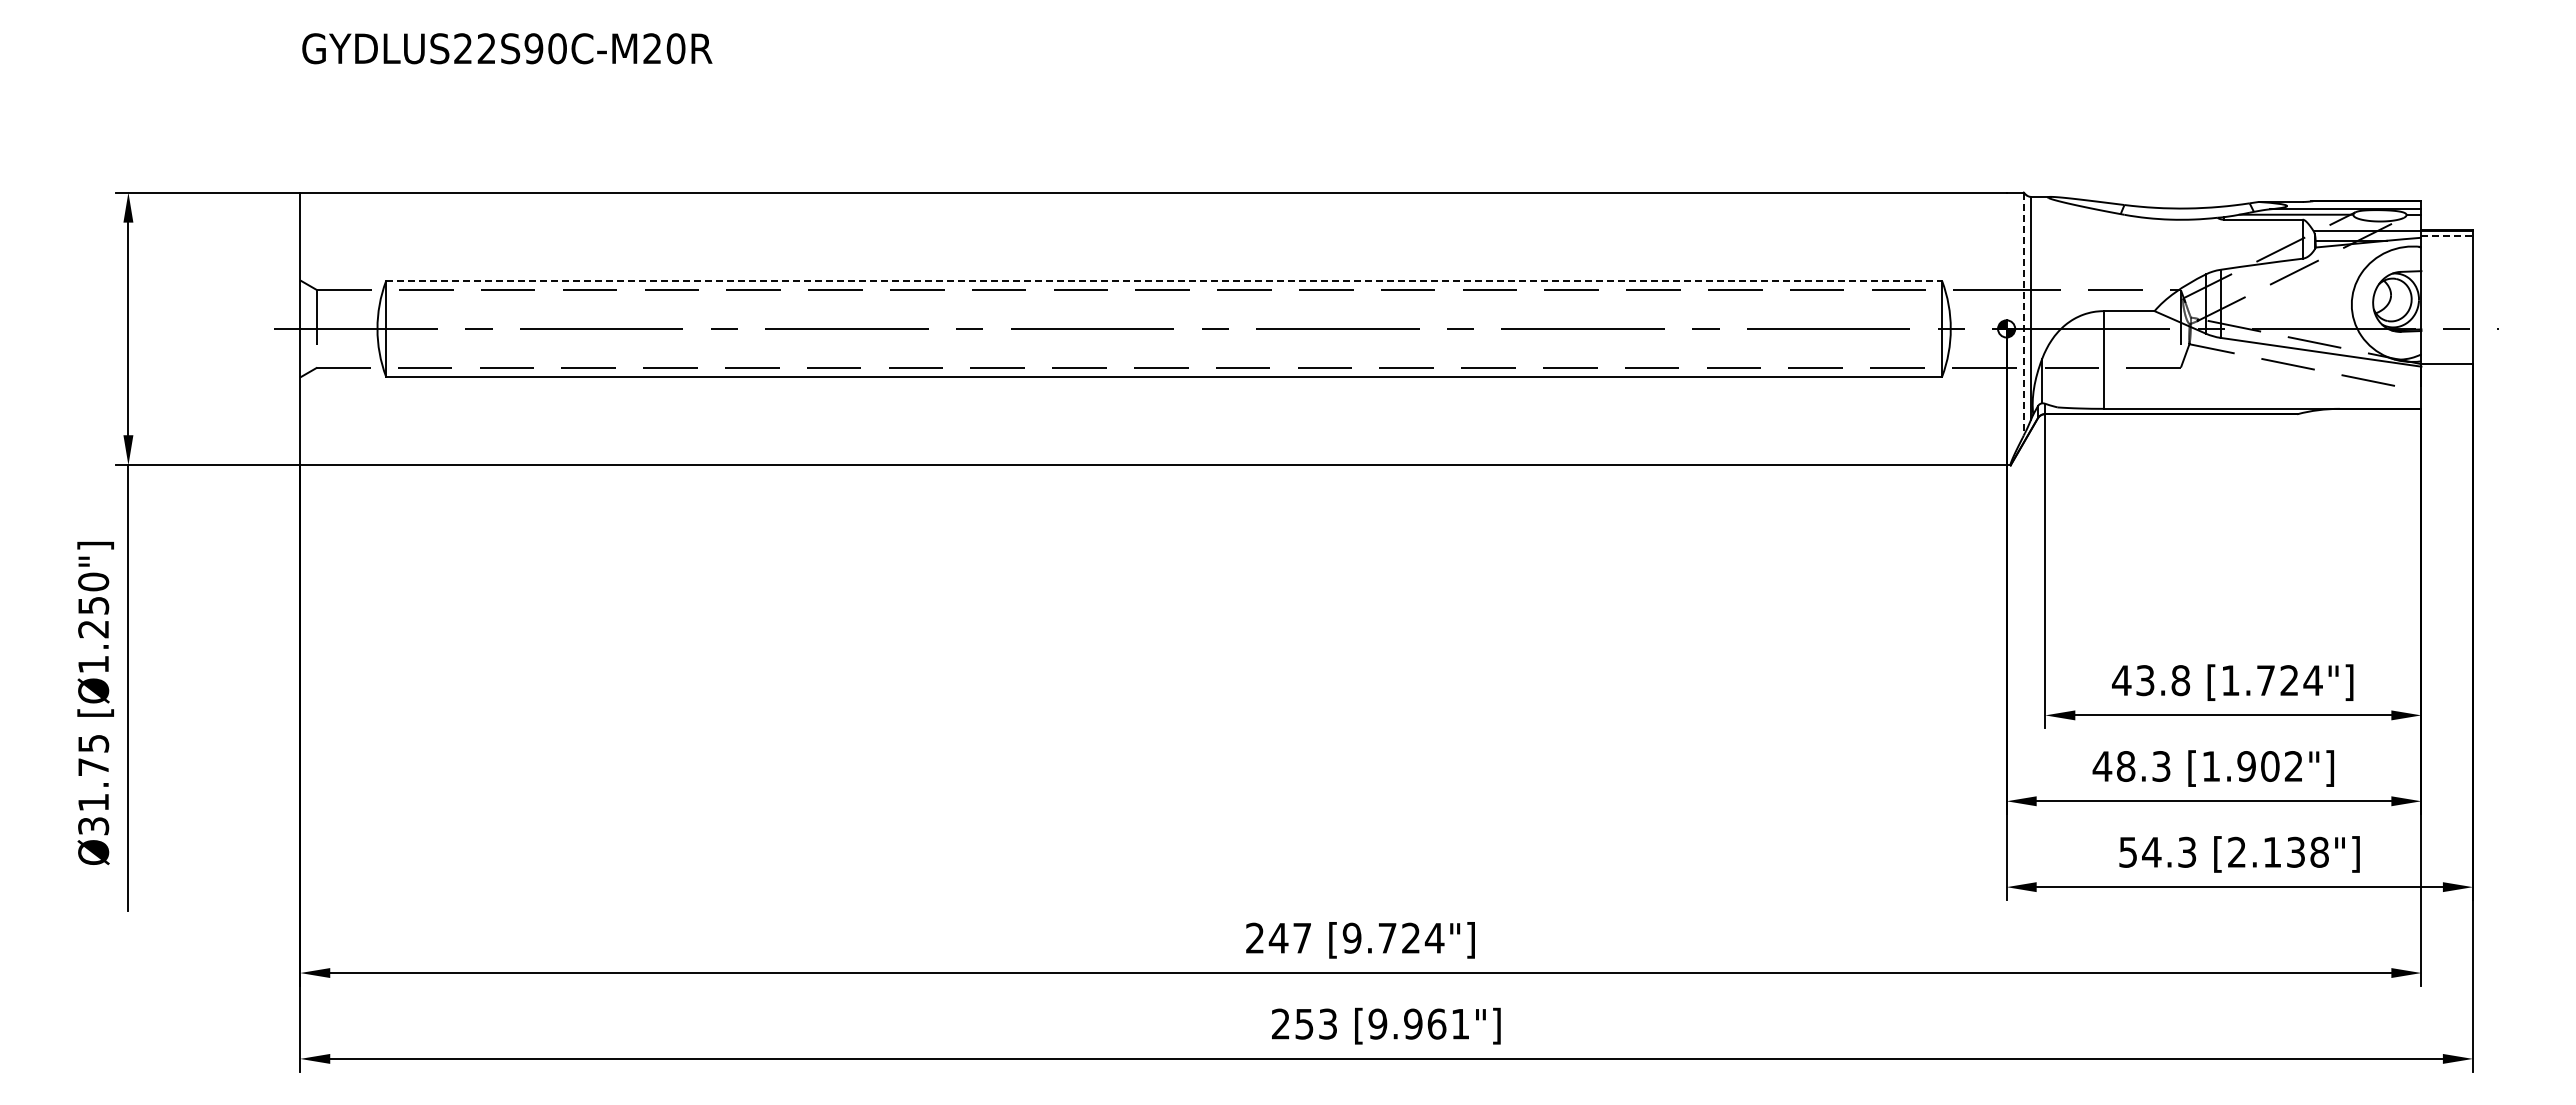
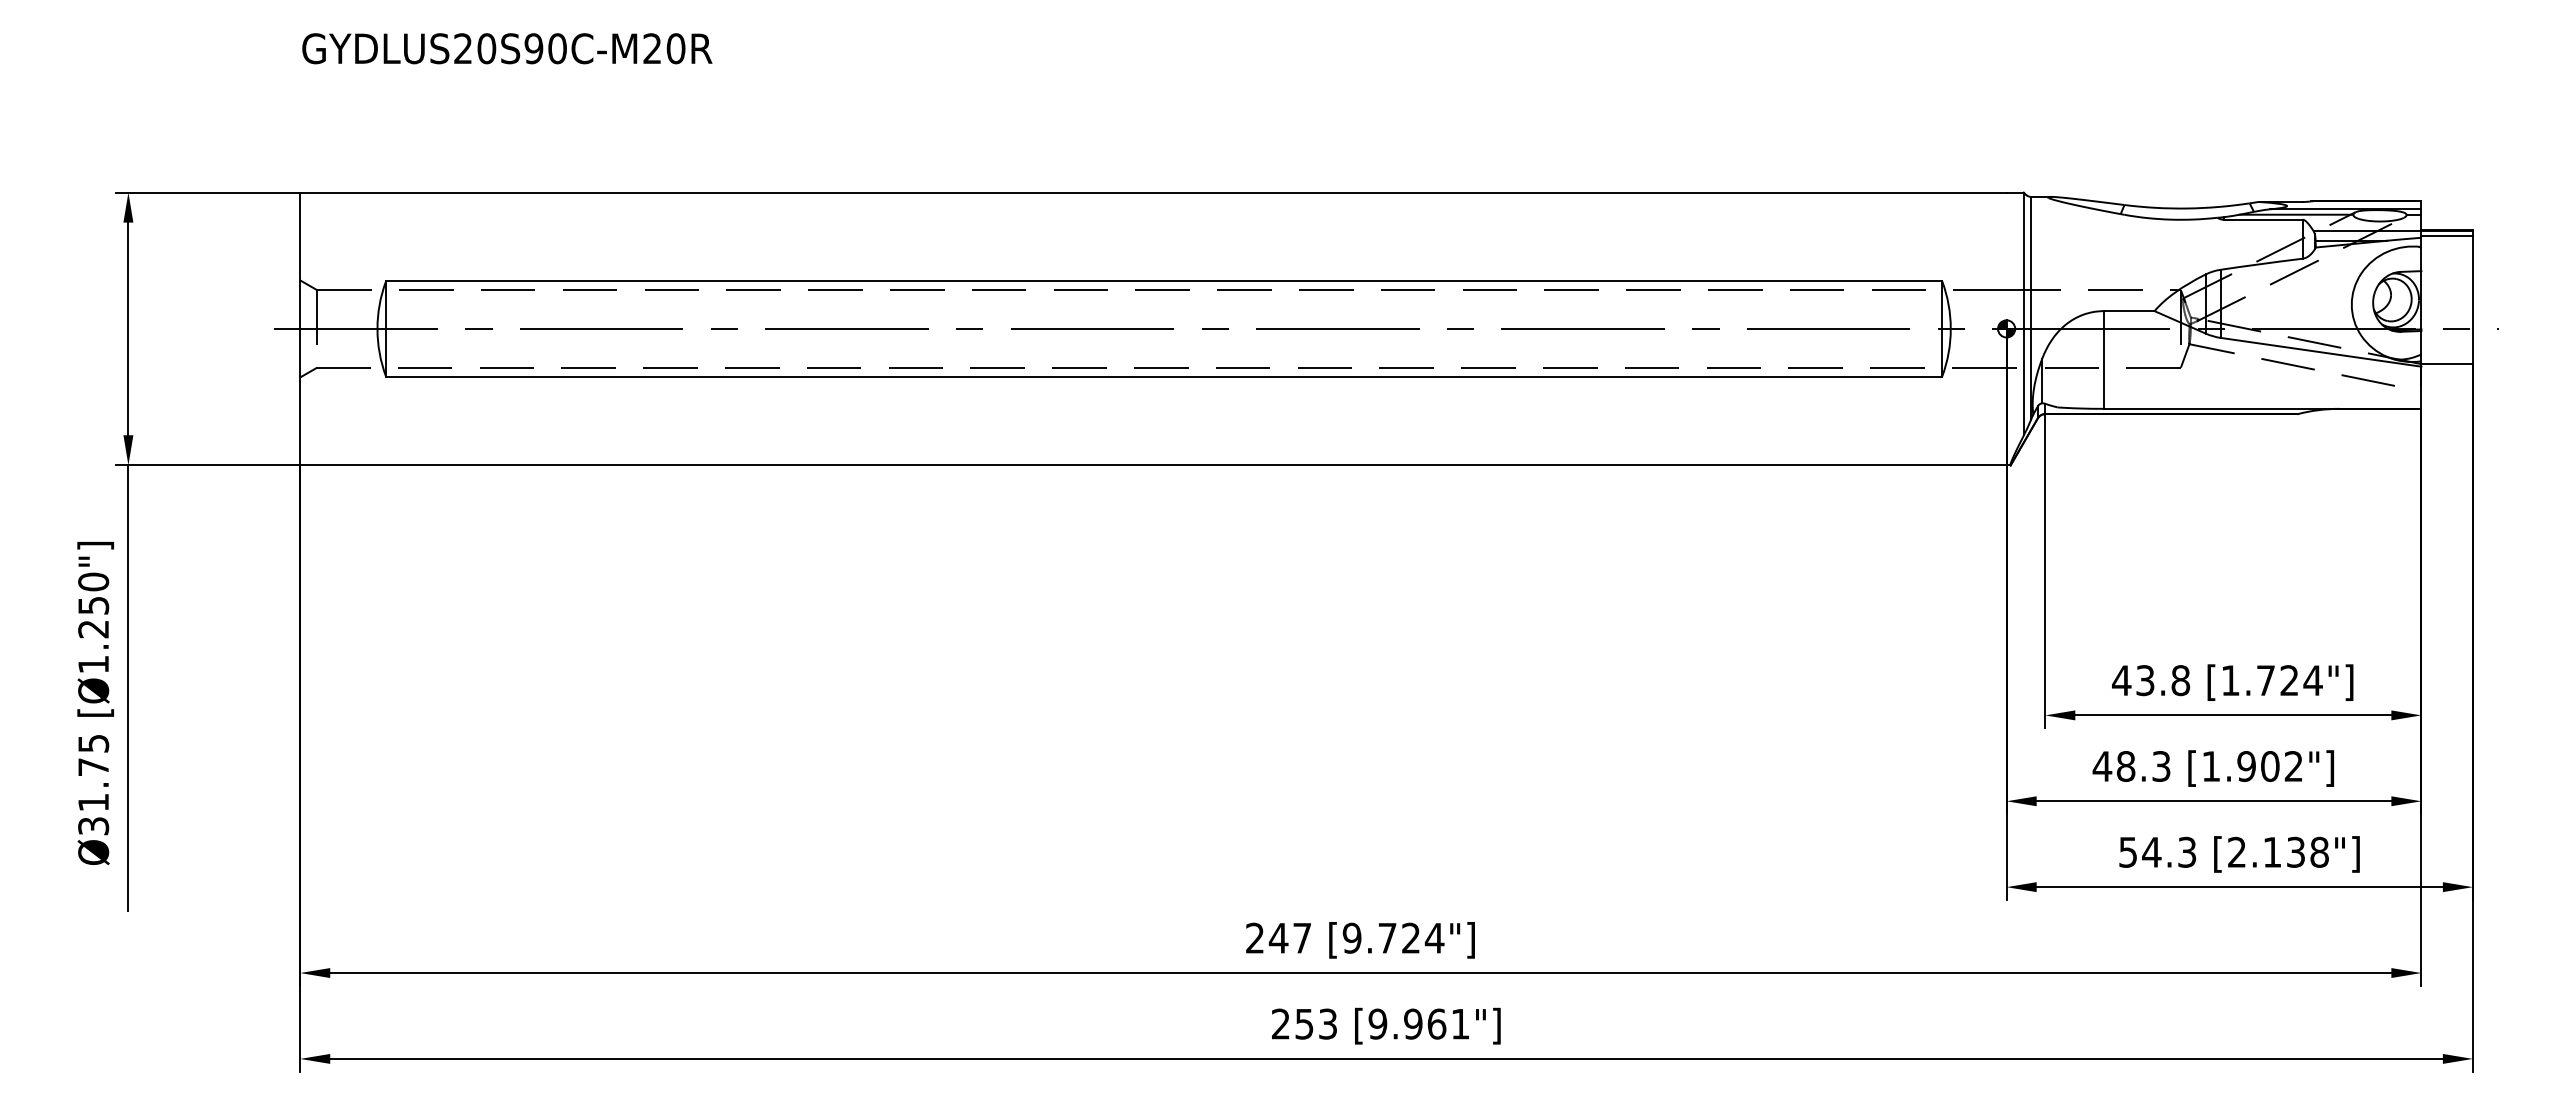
text at (486, 48): GYDLUS22S90C-M20R -> GYDLUS20S90C-M20R
line at (2447, 235): dashed -> solid
line at (1164, 281): dashed -> solid
line at (2023, 314): dashed -> solid
